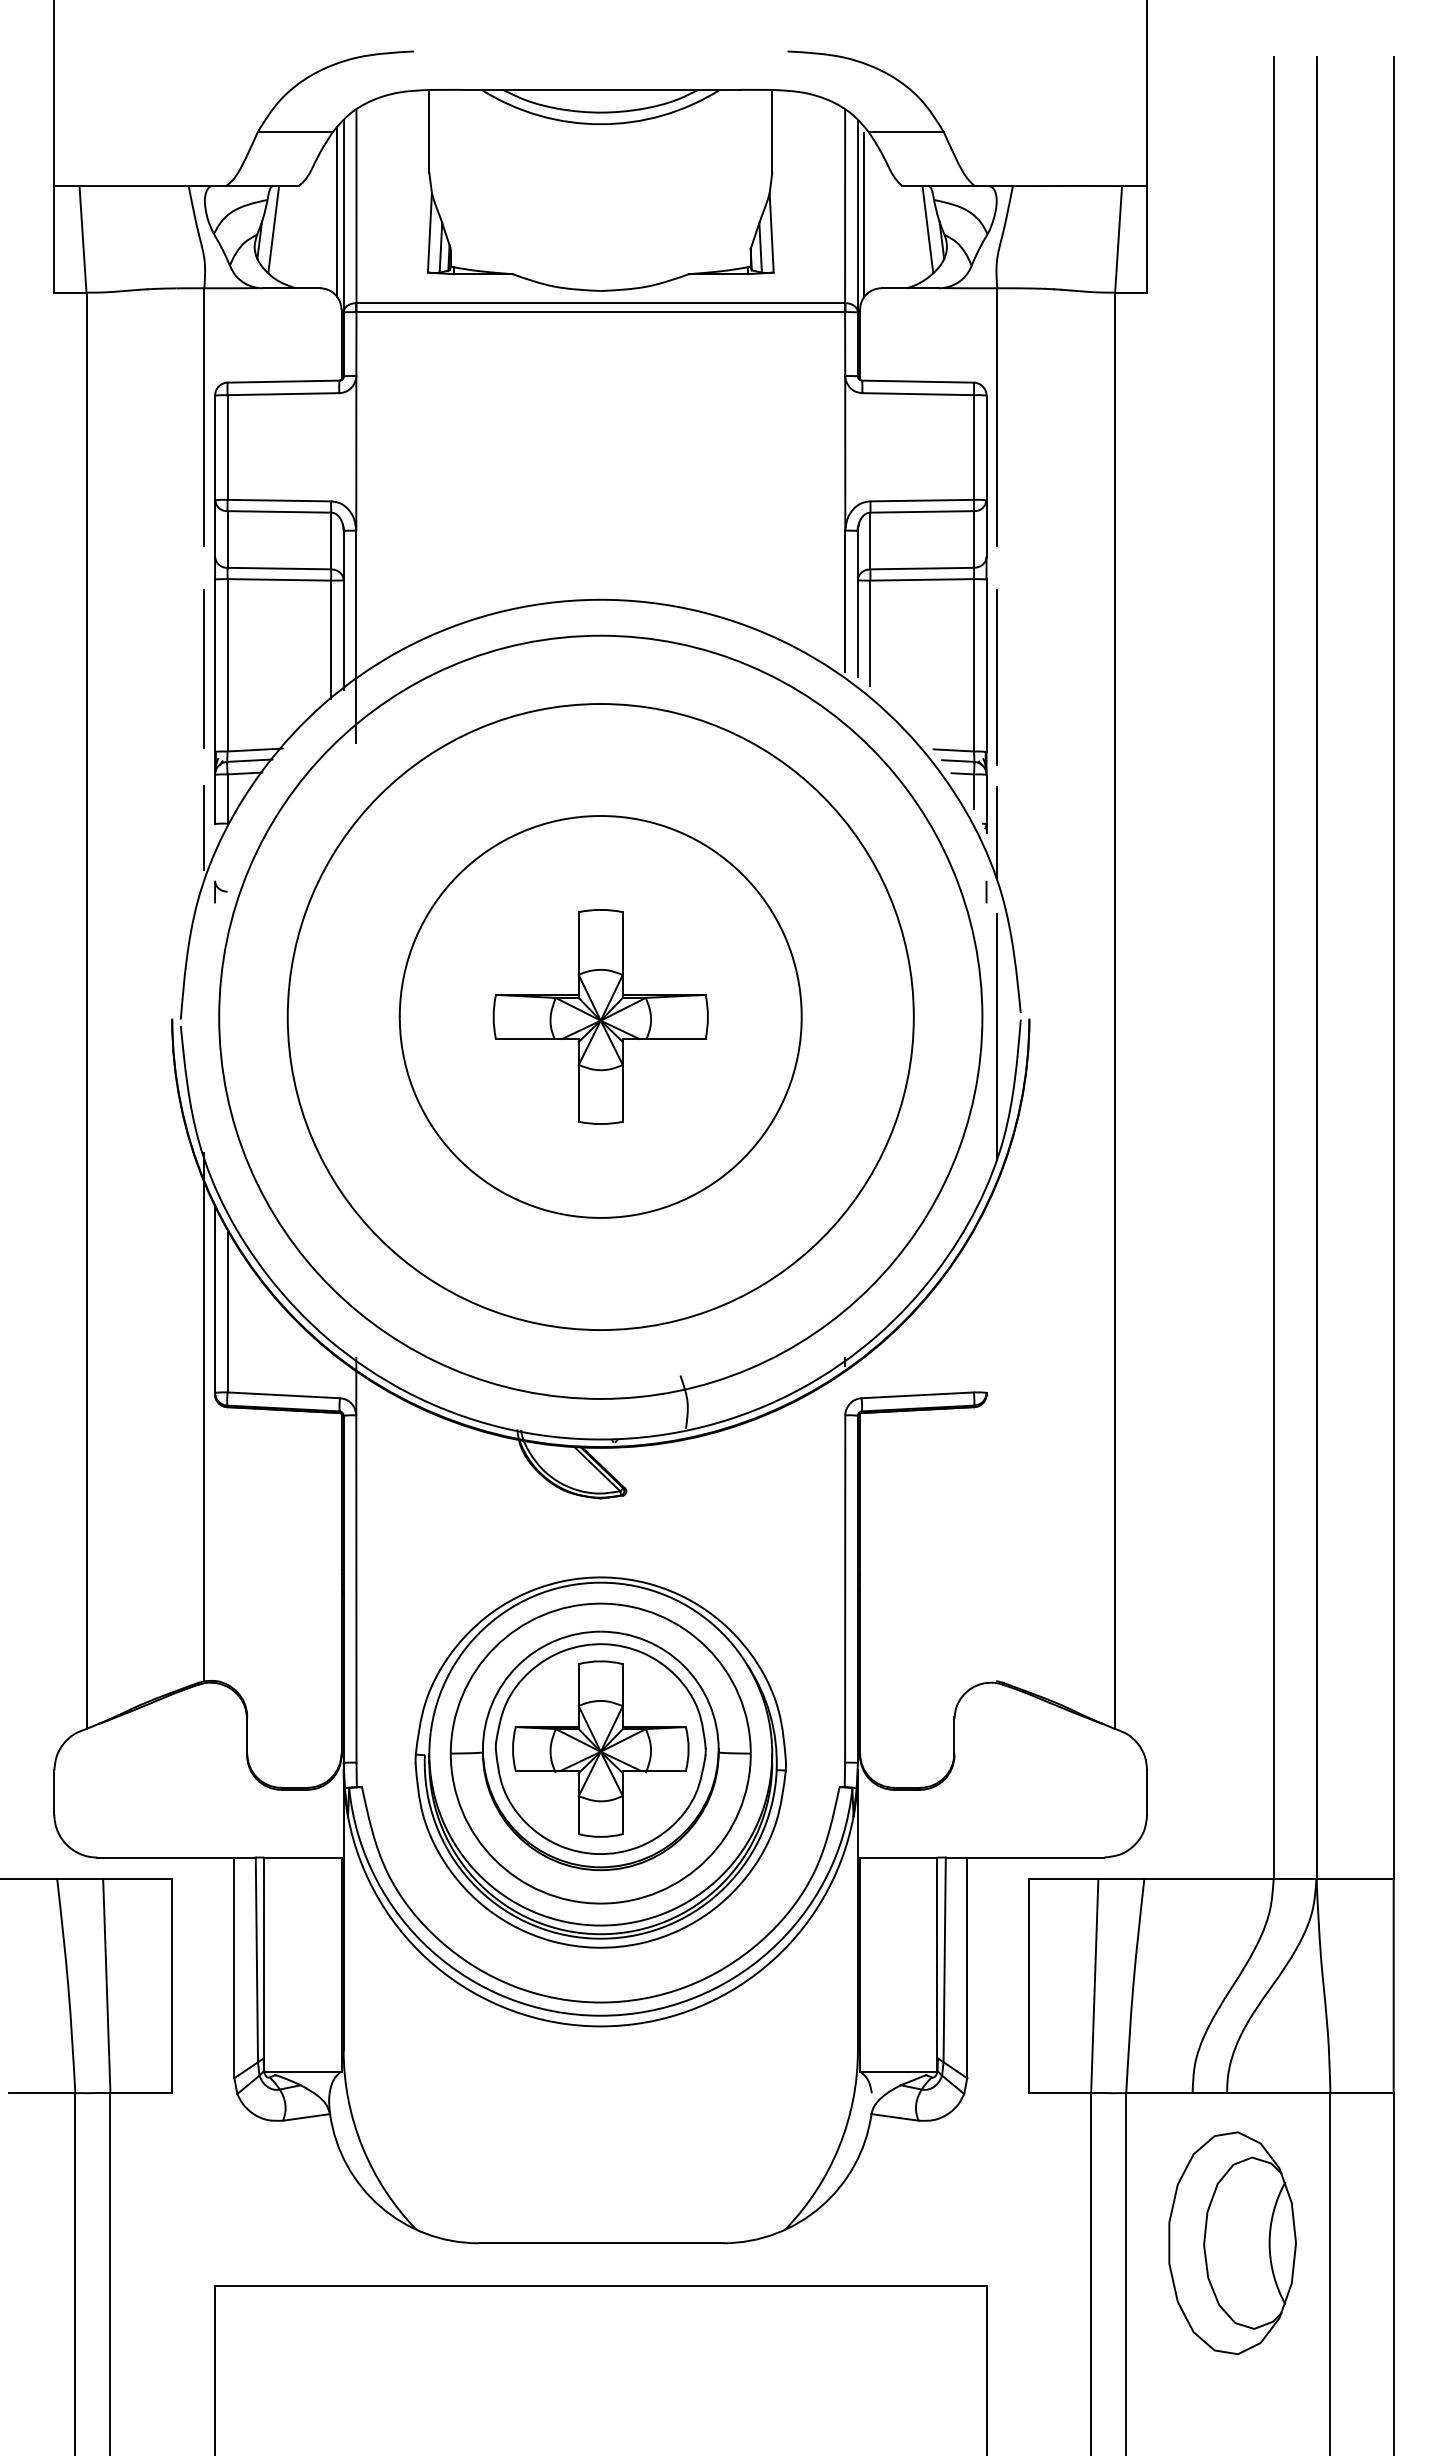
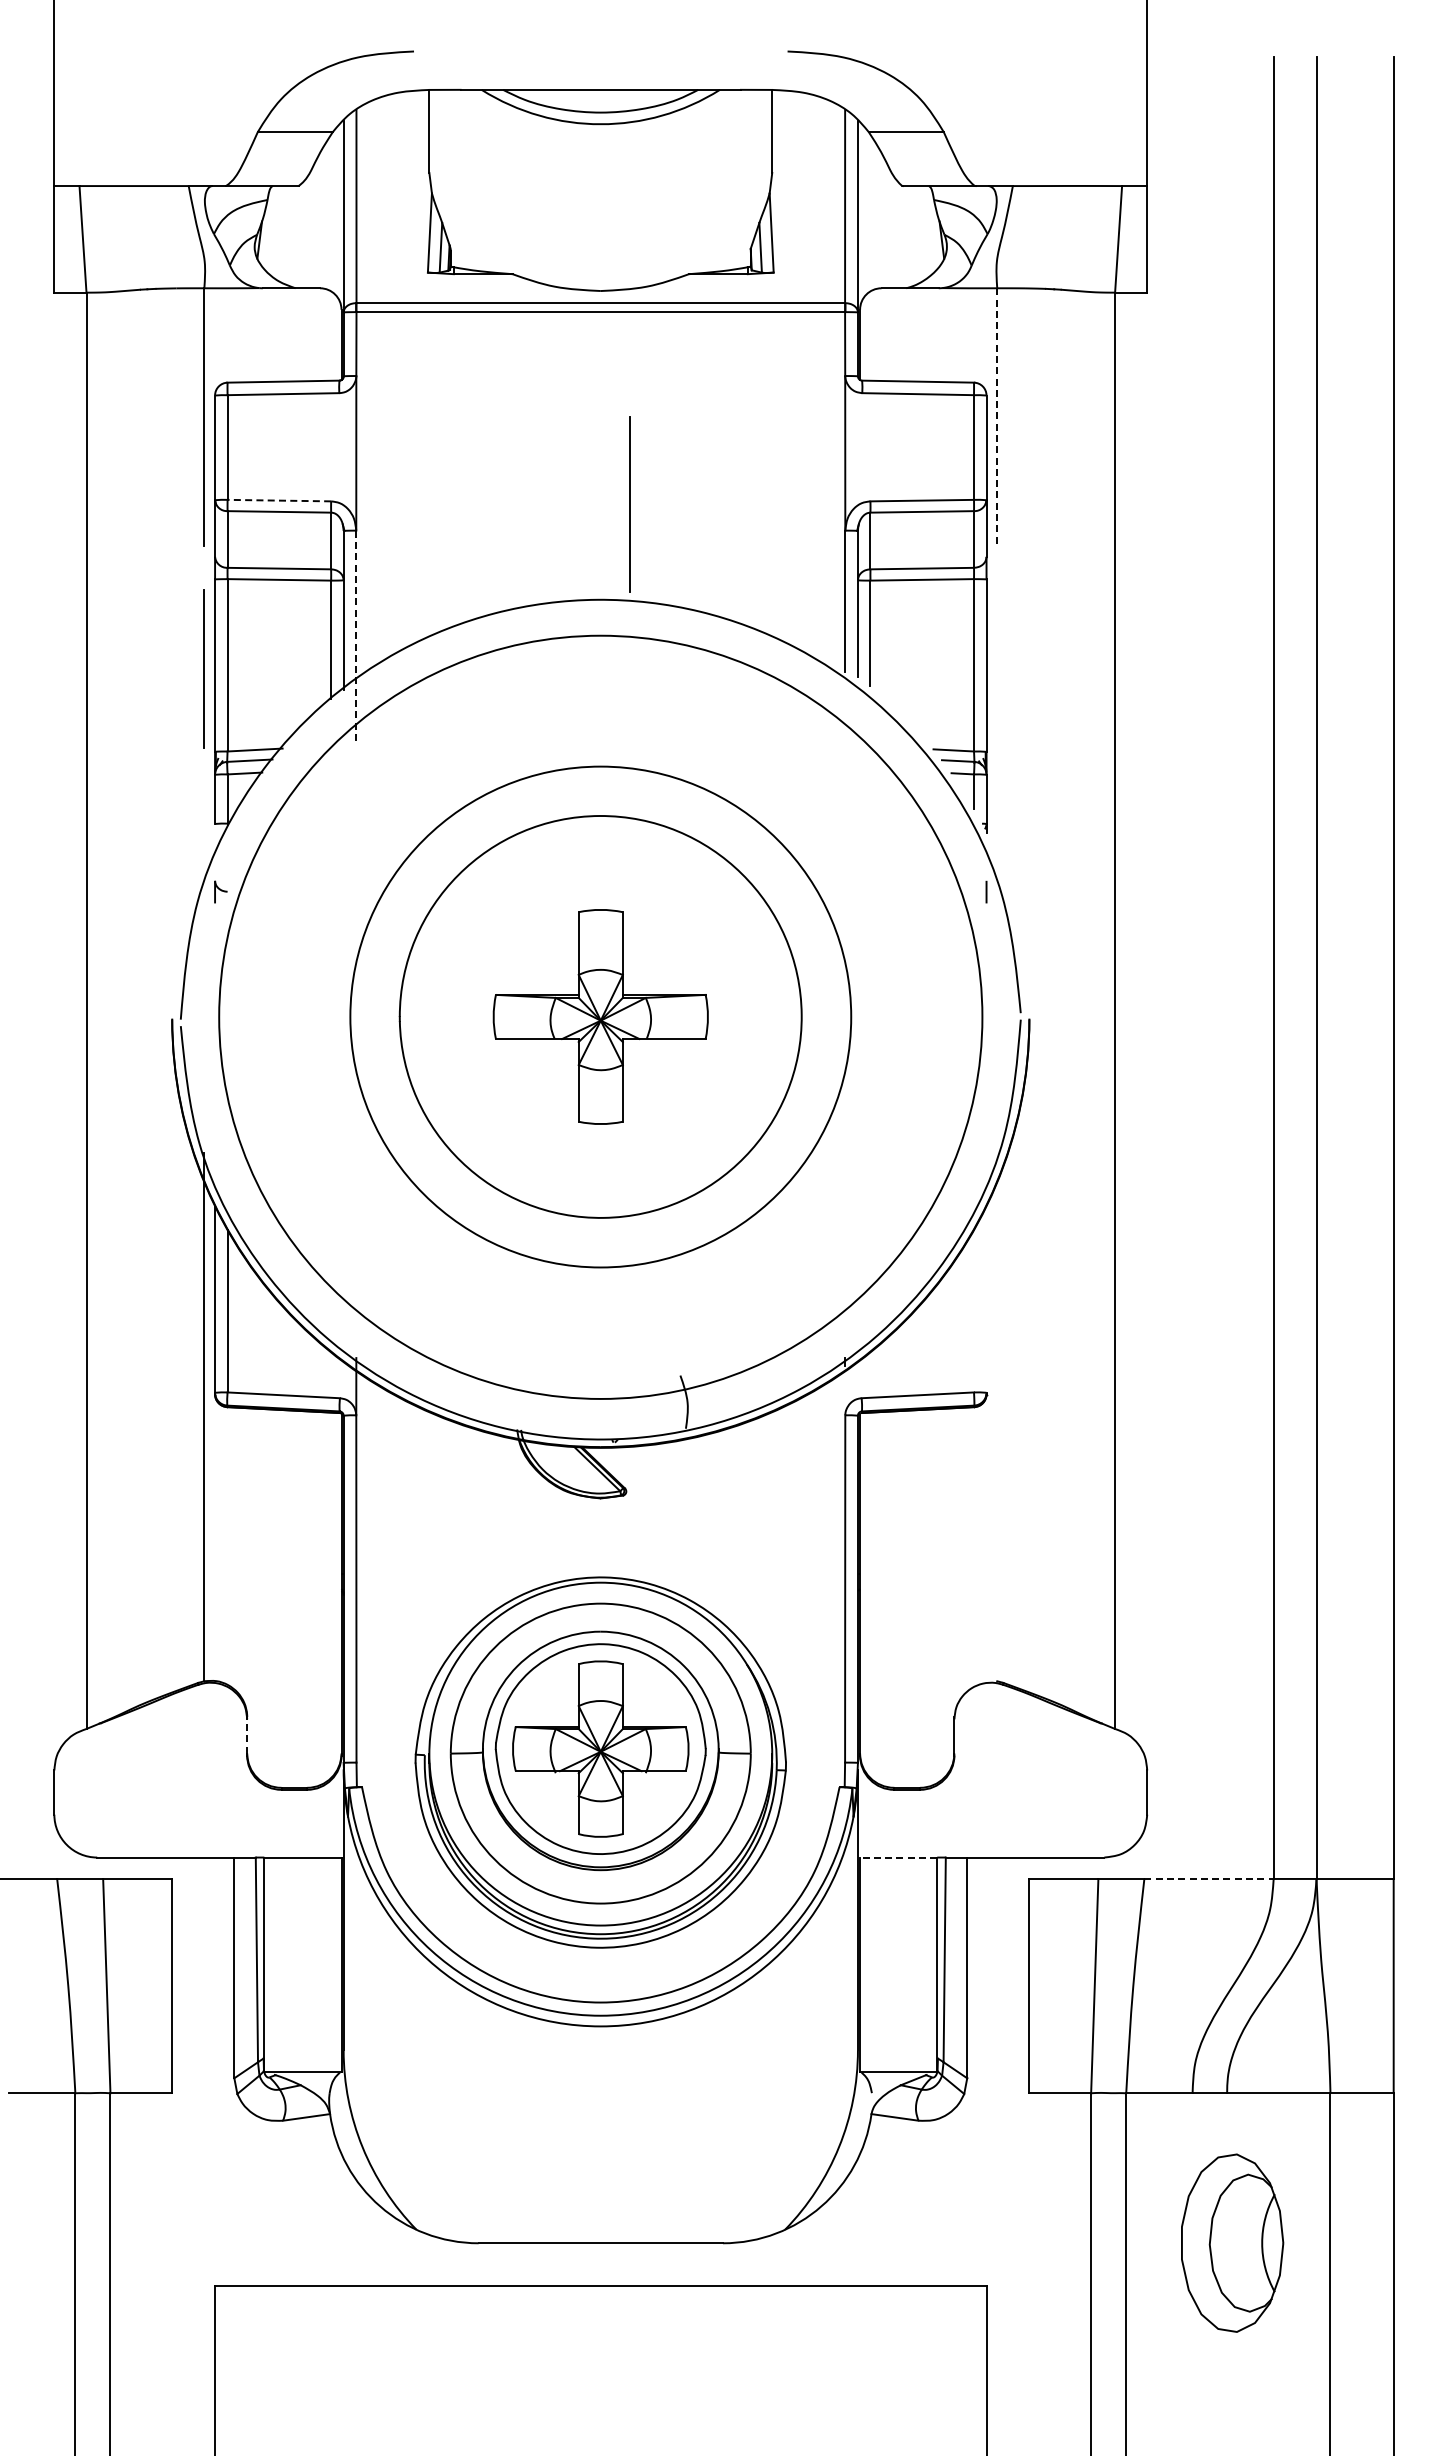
line at (337, 211): present -> none
line at (864, 214): present -> none
line at (273, 229): present -> none
line at (927, 229): present -> none
line at (997, 417): solid -> dashed
line at (279, 500): solid -> dashed
line at (356, 637): solid -> dashed
line at (996, 677) position: (996, 677) -> (629, 504)
line at (204, 827): present -> none
line at (997, 832): present -> none
circle at (600, 1017) diameter: 626 px -> 501 px
line at (997, 1036): present -> none
line at (247, 1734): solid -> dashed
line at (898, 1857): solid -> dashed
line at (1209, 1878): solid -> dashed
part at (1232, 2242) size: 129x224 px -> 104x180 px
